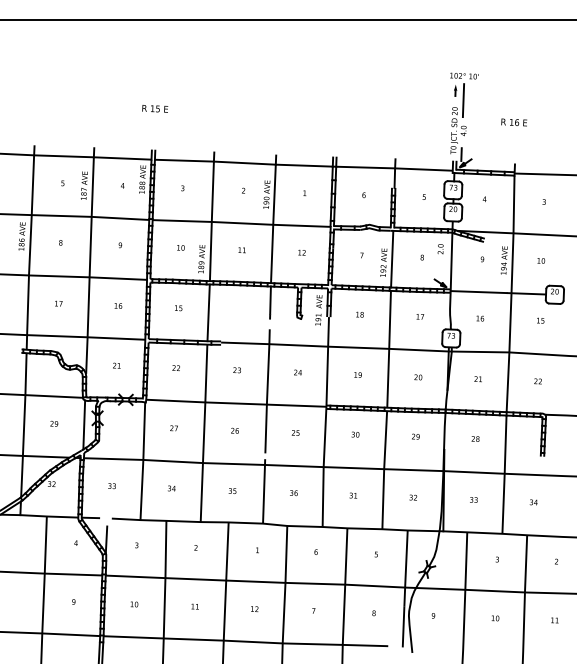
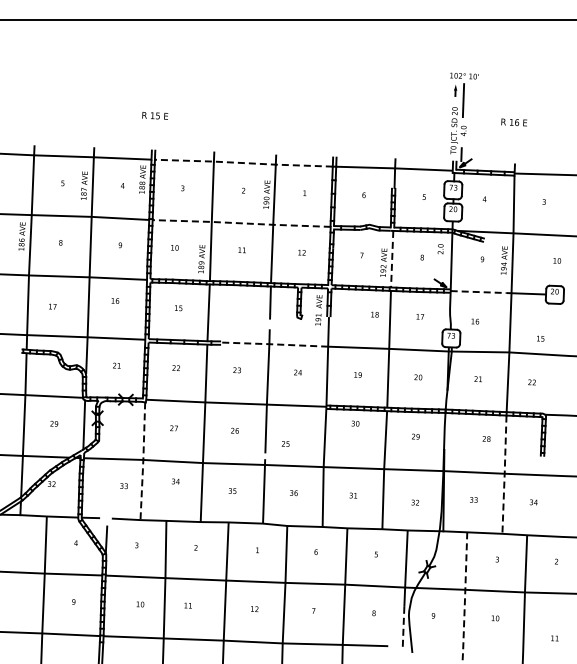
text at (155, 108) position: (155, 108) -> (155, 115)
line at (243, 163): solid -> dashed
line at (241, 223): solid -> dashed
text at (180, 247) position: (180, 247) -> (174, 247)
line at (392, 259): solid -> dashed
text at (541, 260) position: (541, 260) -> (557, 260)
line at (478, 292): solid -> dashed
text at (58, 303) position: (58, 303) -> (52, 306)
text at (118, 305) position: (118, 305) -> (115, 300)
text at (359, 314) position: (359, 314) -> (374, 314)
text at (480, 318) position: (480, 318) -> (475, 321)
text at (540, 320) position: (540, 320) -> (540, 338)
line at (273, 344): solid -> dashed
text at (537, 381) position: (537, 381) -> (531, 382)
text at (295, 432) position: (295, 432) -> (285, 443)
text at (355, 434) position: (355, 434) -> (355, 423)
text at (475, 438) position: (475, 438) -> (486, 438)
line at (143, 460): solid -> dashed
line at (504, 474): solid -> dashed
text at (111, 486) position: (111, 486) -> (123, 486)
text at (171, 488) position: (171, 488) -> (175, 481)
text at (413, 497) position: (413, 497) -> (415, 502)
line at (465, 598): solid -> dashed
text at (134, 604) position: (134, 604) -> (140, 604)
text at (194, 606) position: (194, 606) -> (187, 605)
text at (554, 620) position: (554, 620) -> (554, 638)
line at (403, 627): solid -> dashed
